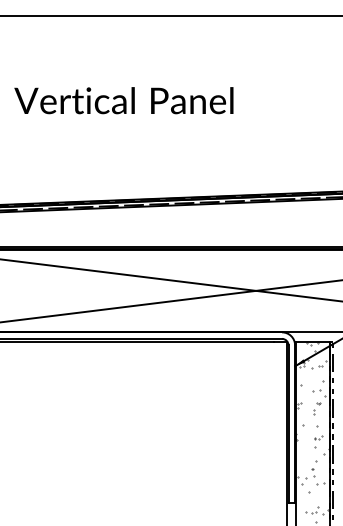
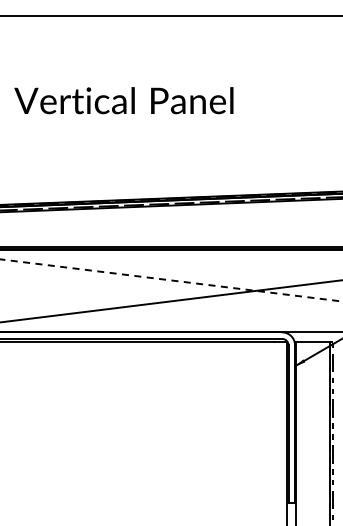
line at (172, 280): solid -> dashed
hatch at (312, 432): present -> none
